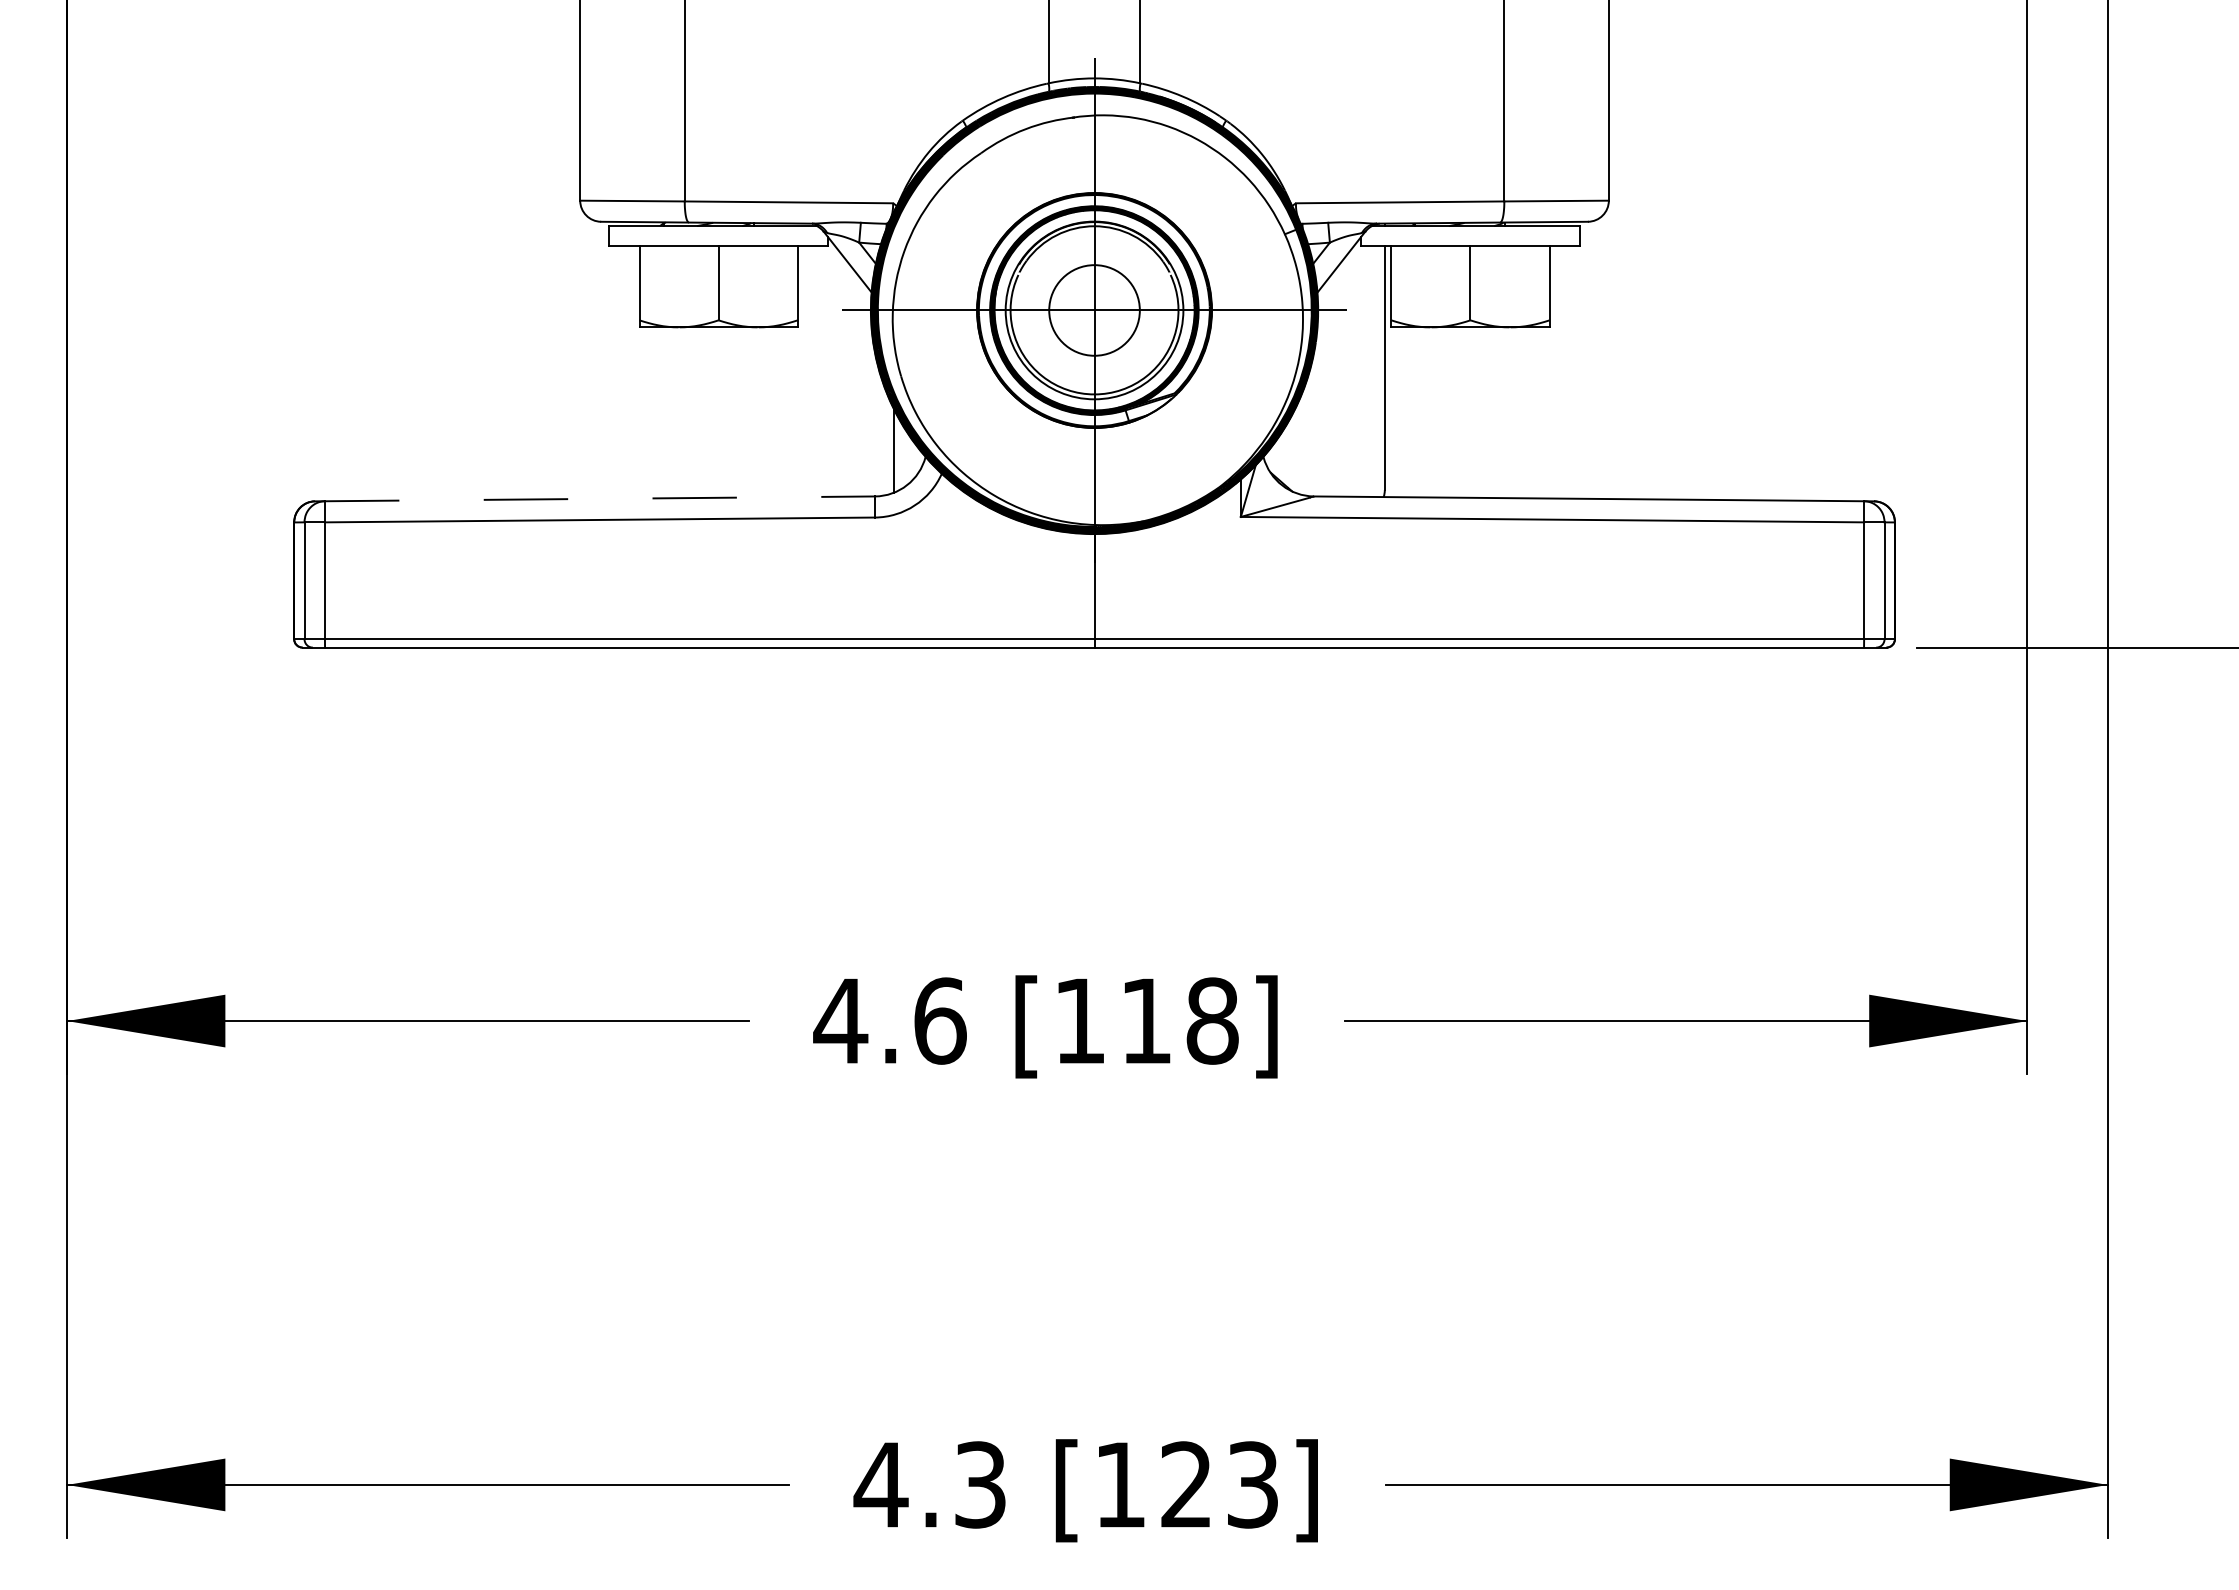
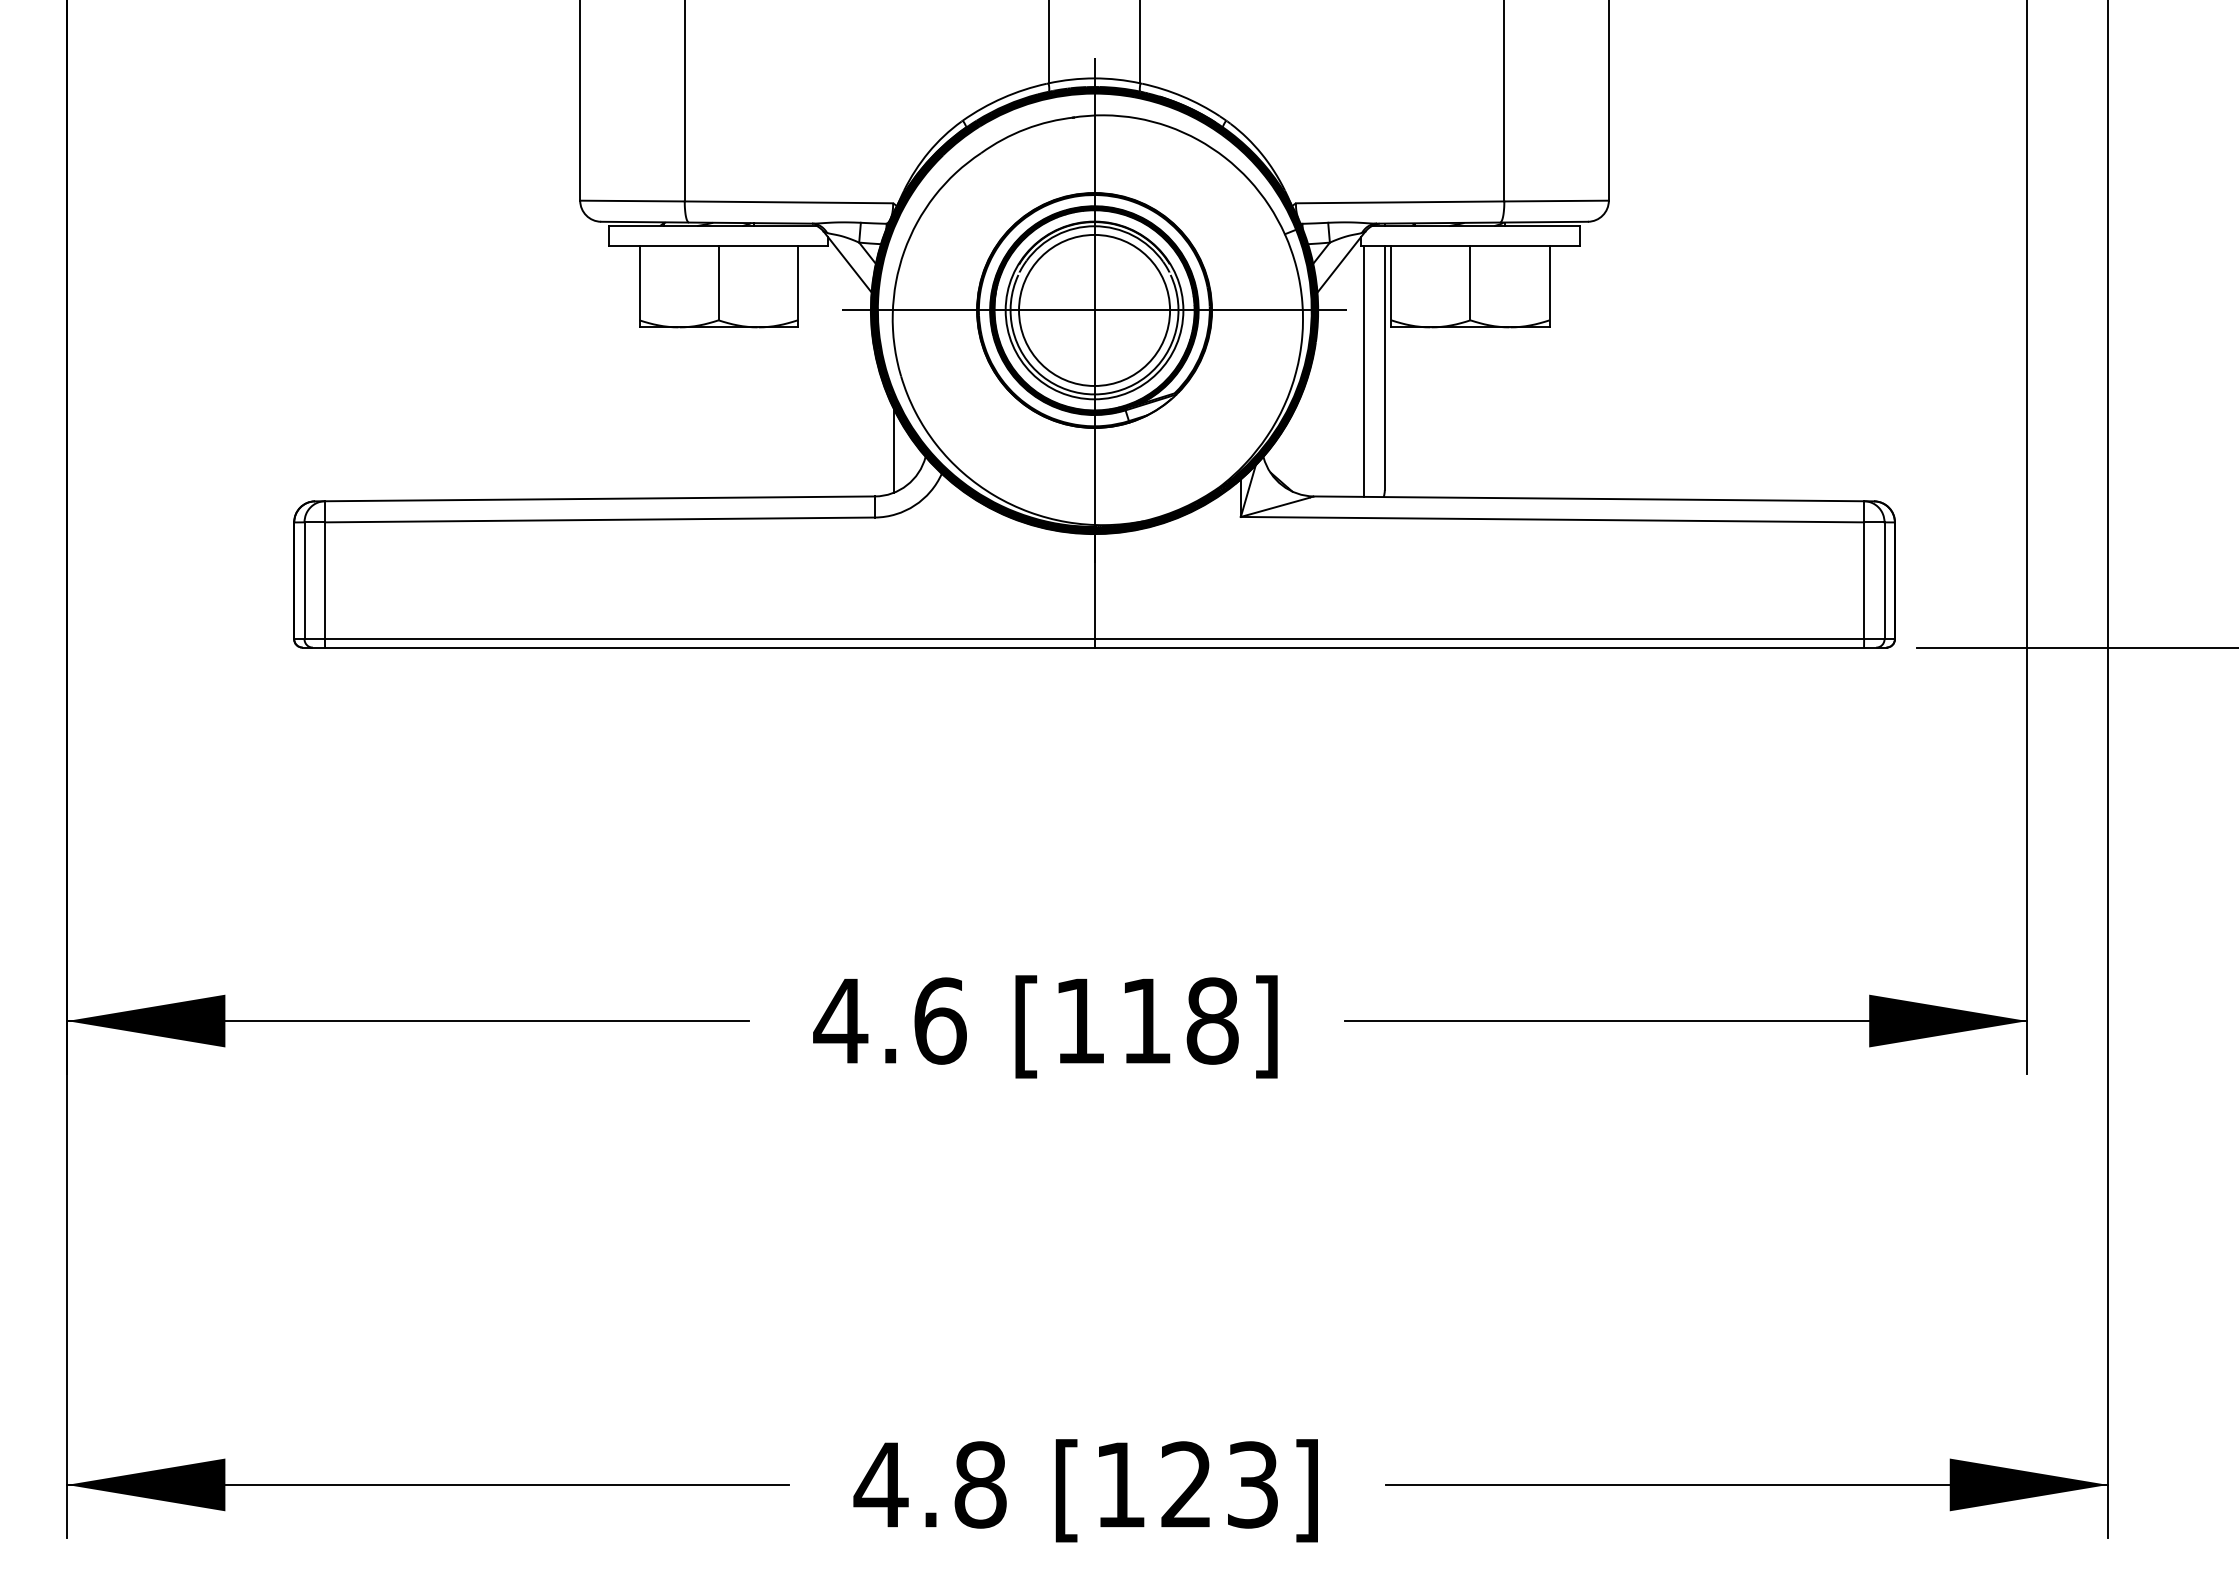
circle at (1094, 310) diameter: 91 px -> 151 px
line at (1364, 371): none -> present
line at (594, 498): dashed -> solid
text at (980, 1484): 4.3 -> 4.8
